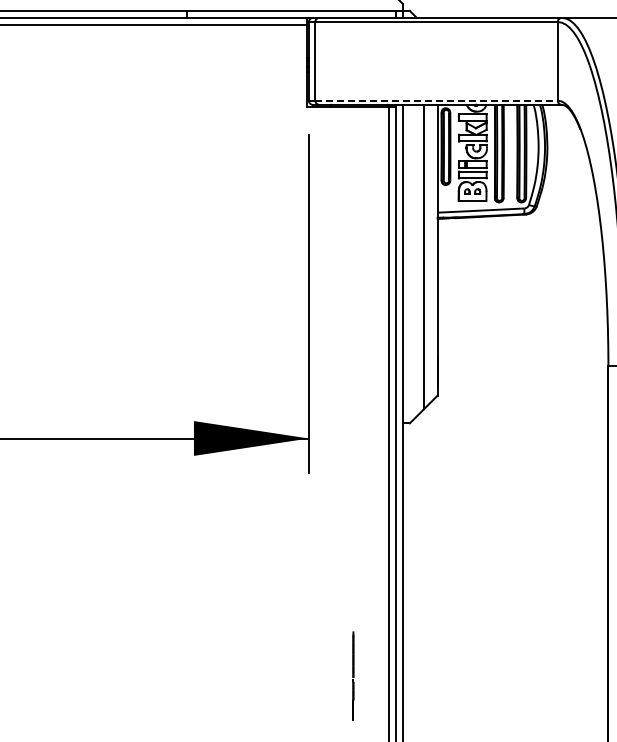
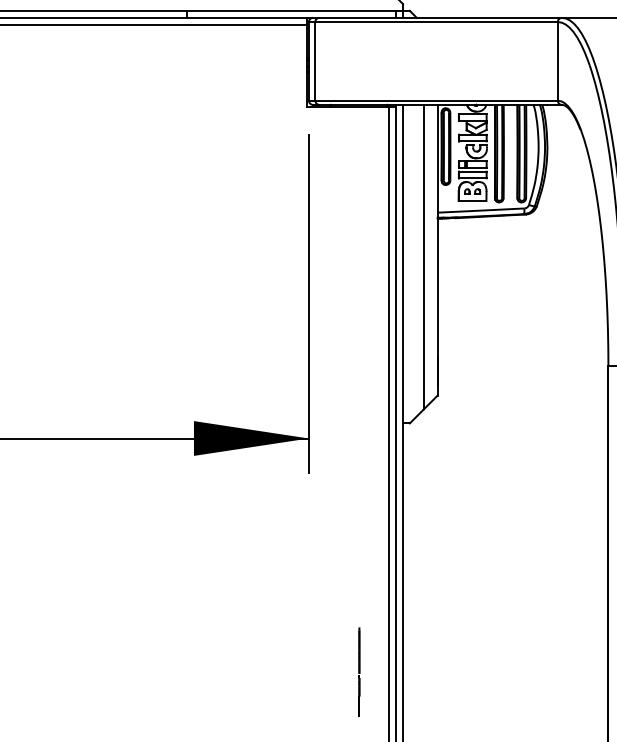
line at (437, 100): dashed -> solid
line at (353, 675) position: (353, 675) -> (359, 671)
